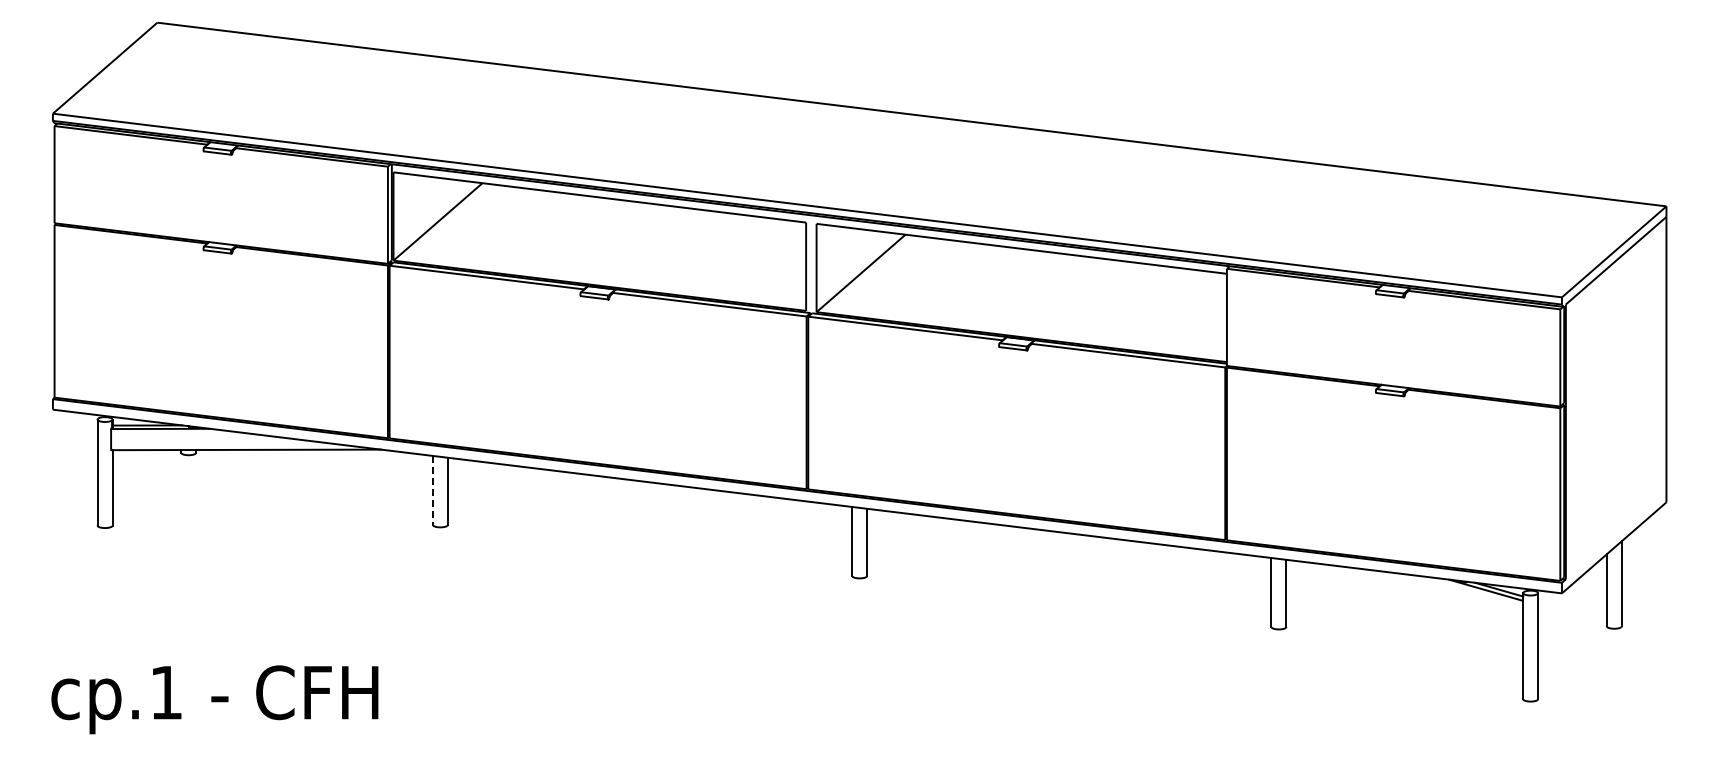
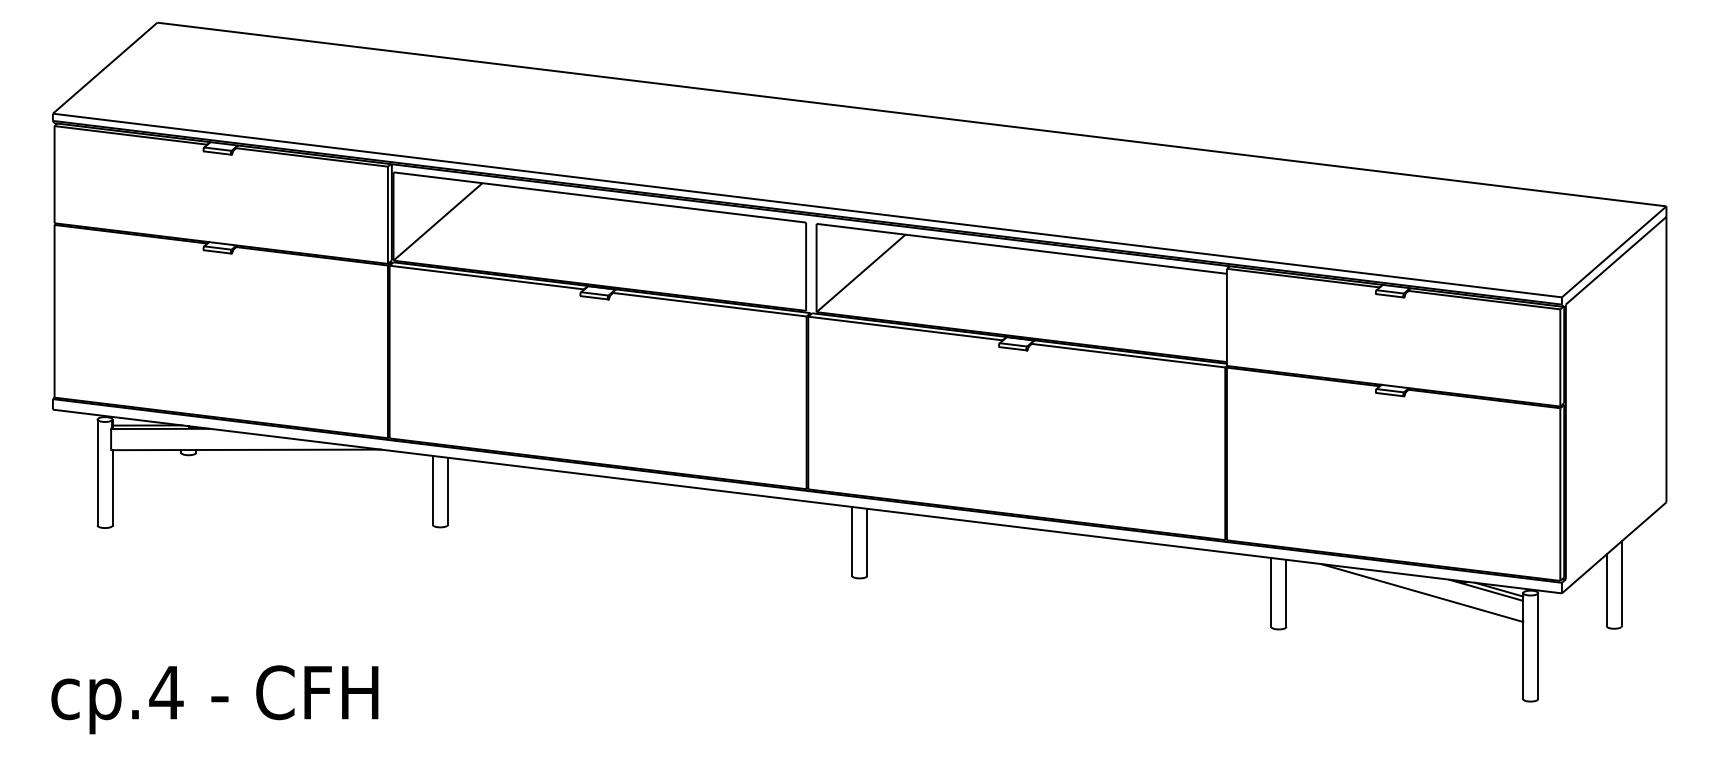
line at (432, 490): dashed -> solid
line at (1421, 593): none -> present
text at (166, 692): cp.1 -> cp.4
